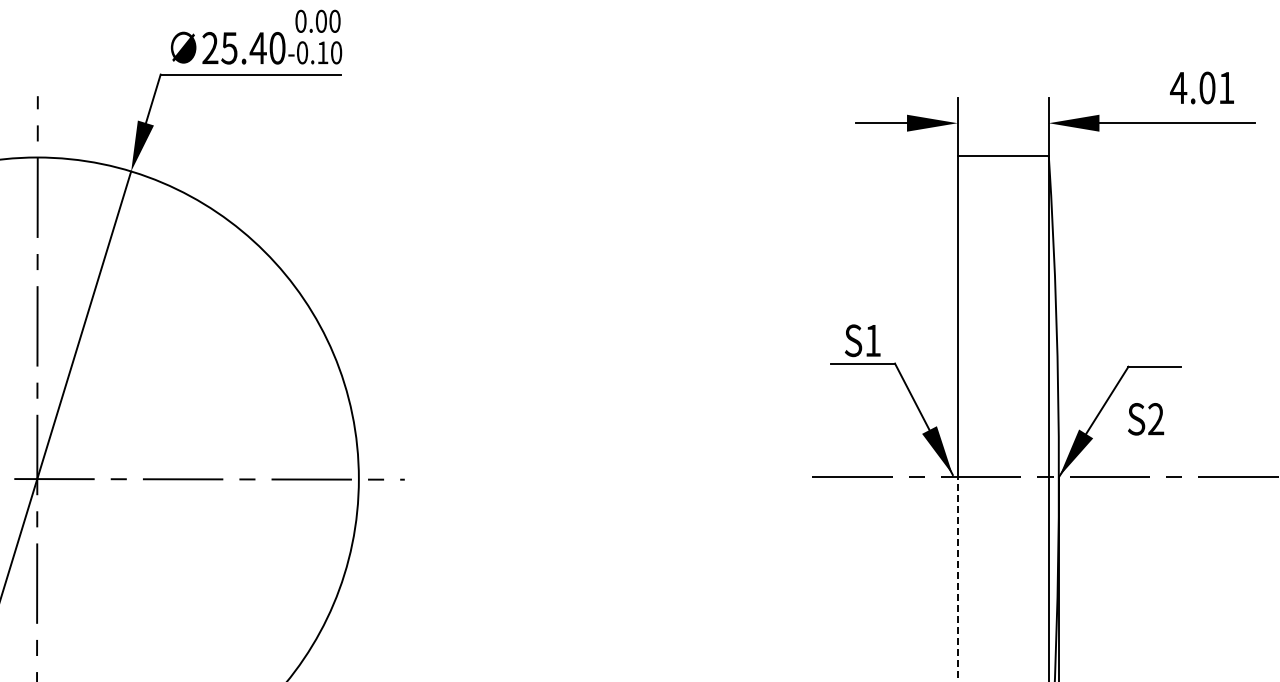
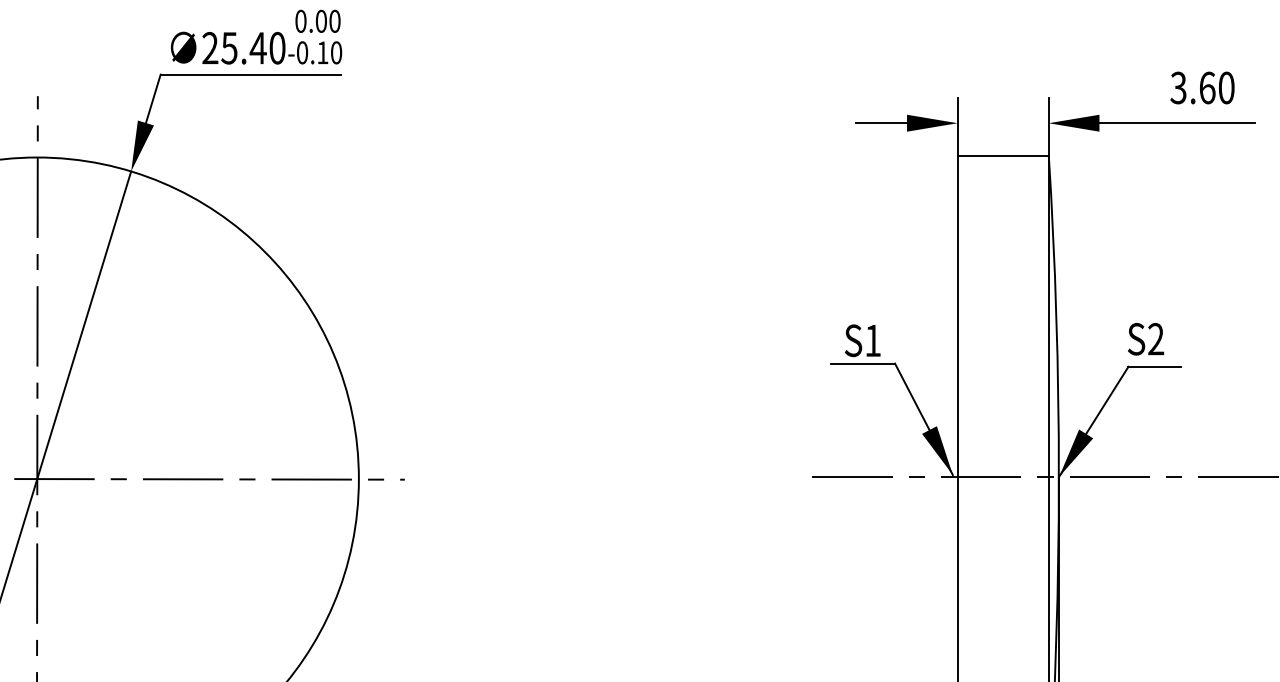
text at (1201, 87): 4.01 -> 3.60
text at (1146, 419) position: (1146, 419) -> (1146, 339)
line at (957, 578): dashed -> solid
